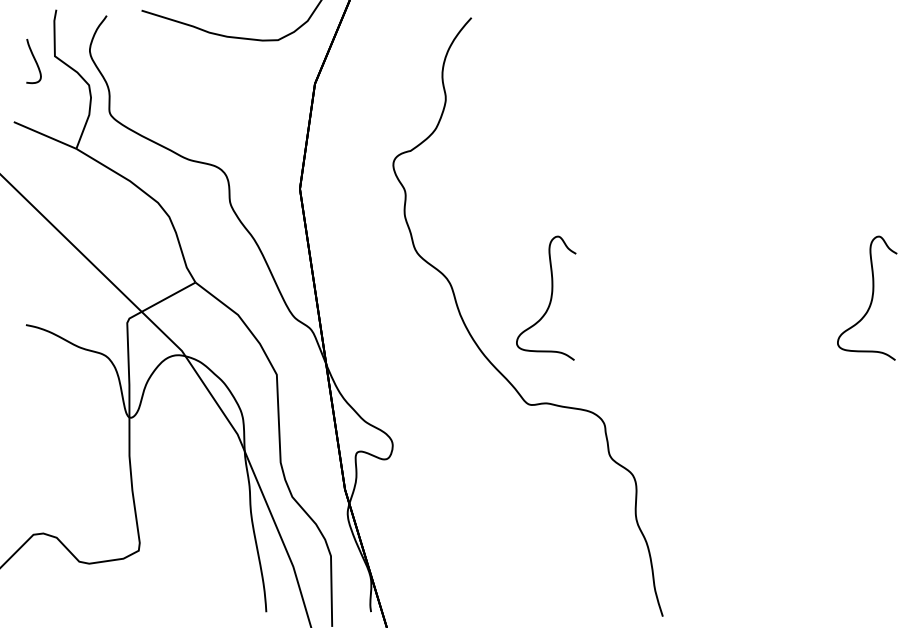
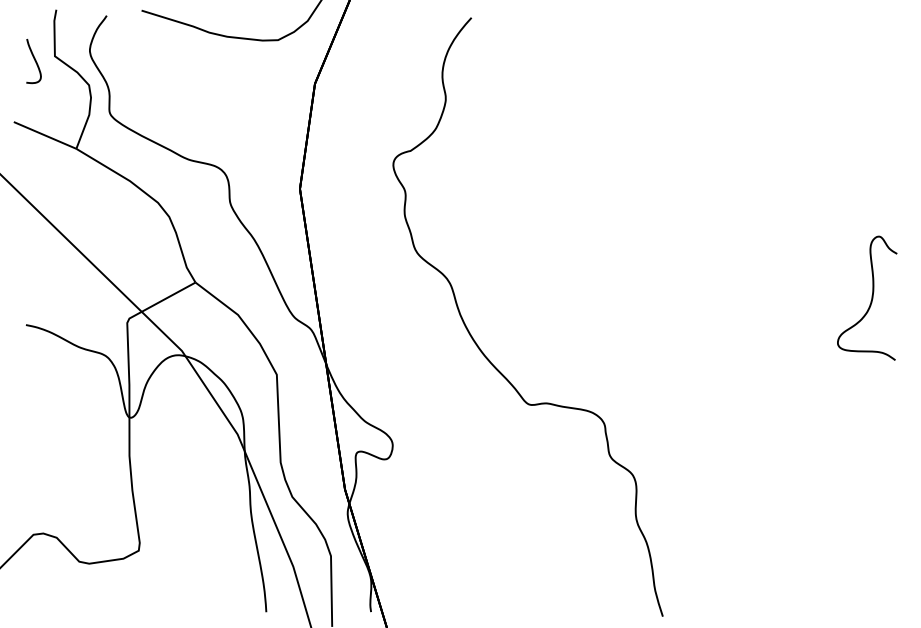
curve at (550, 297): present -> none
